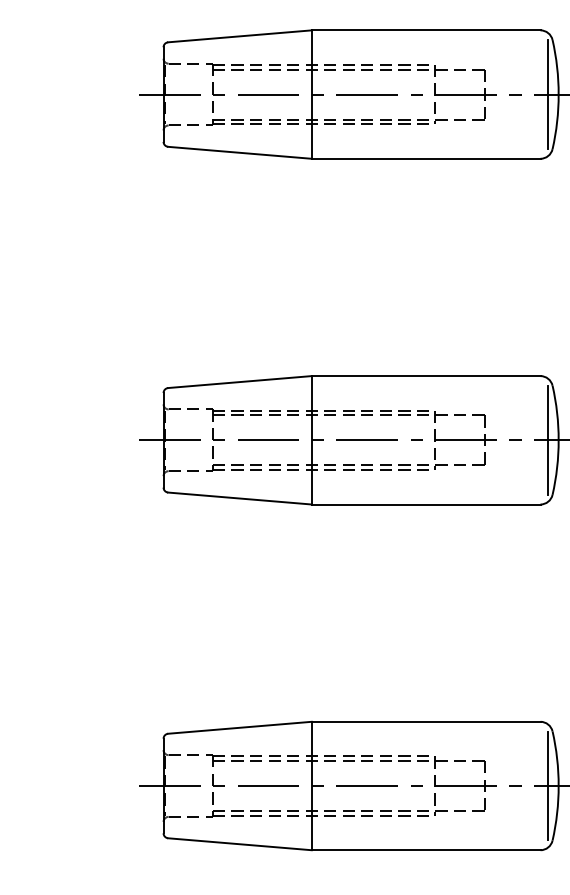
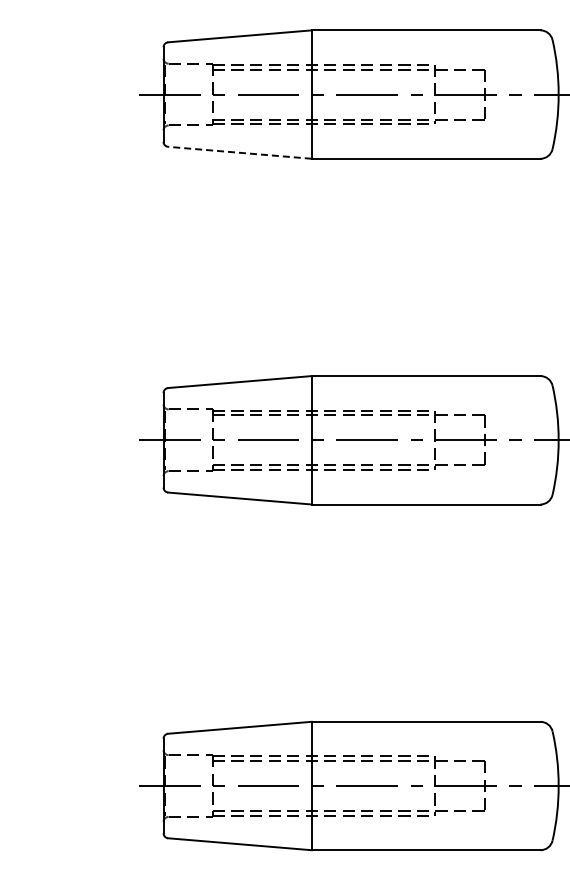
line at (548, 94): present -> none
line at (239, 152): solid -> dashed
line at (548, 439): present -> none
line at (548, 785): present -> none
